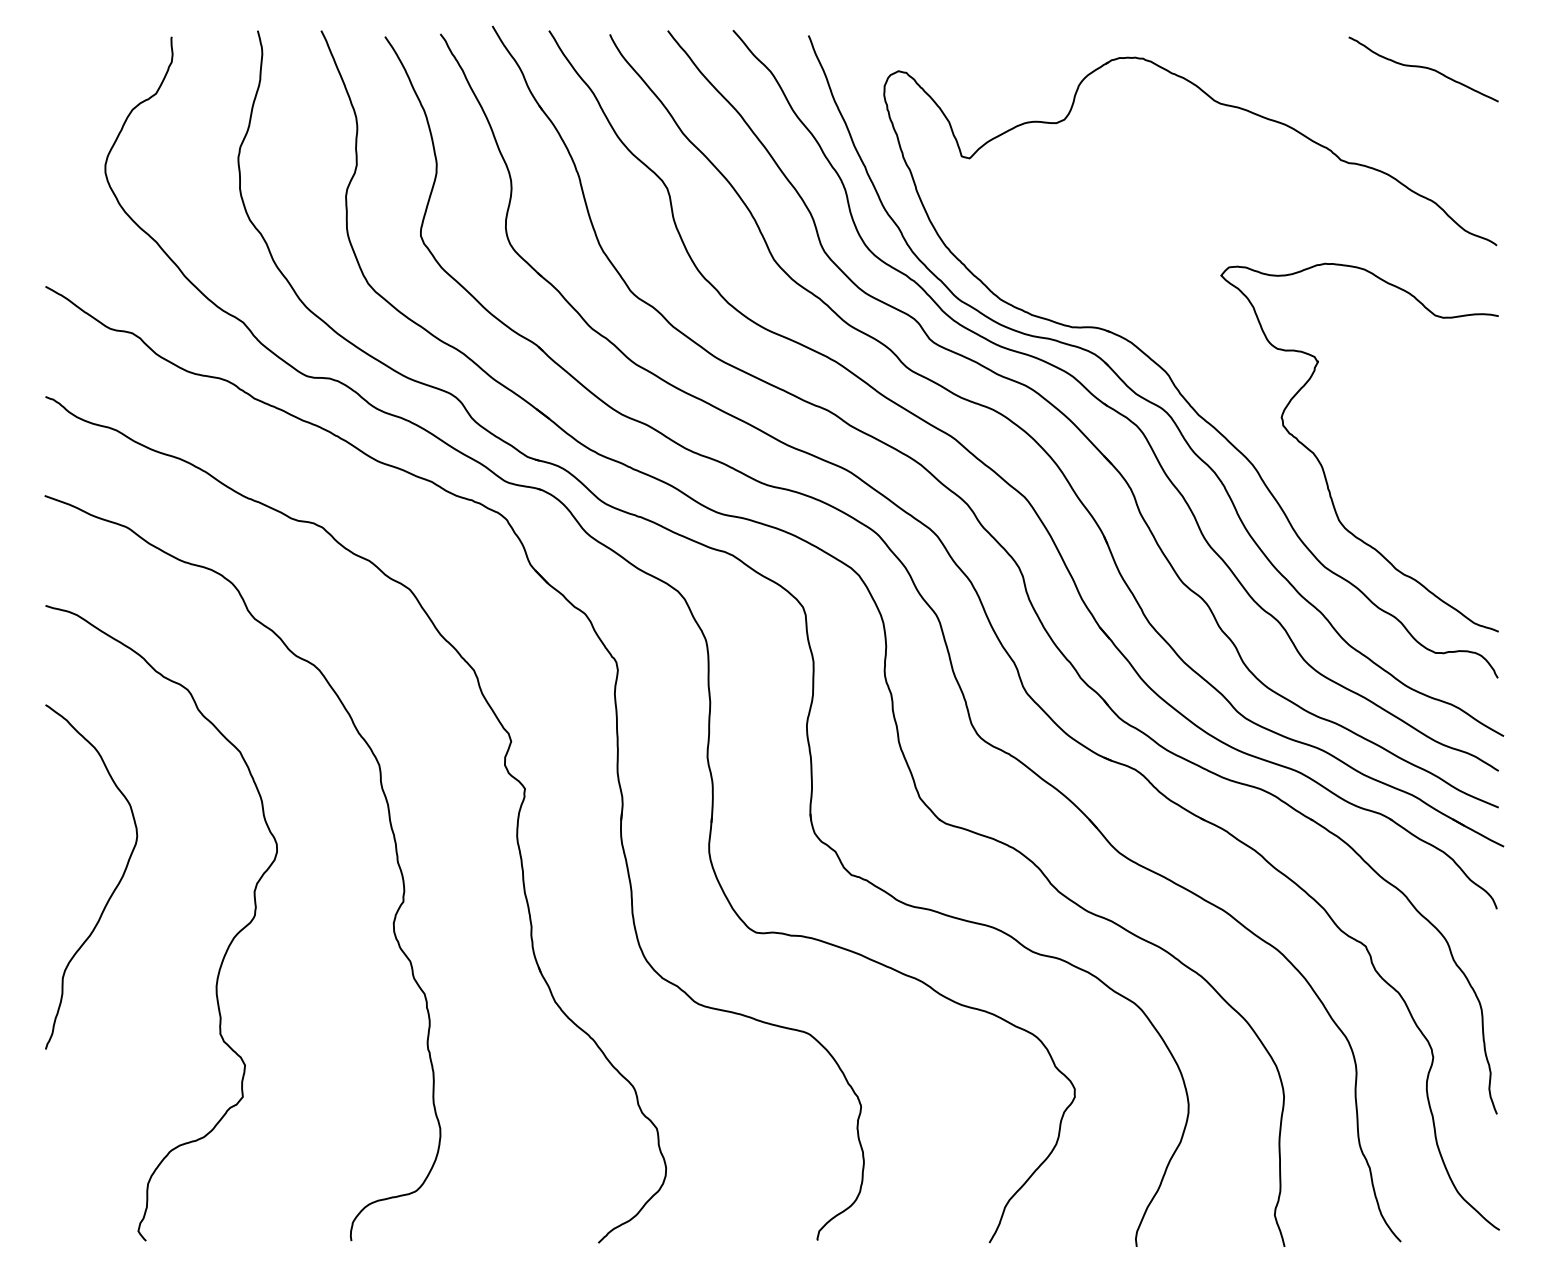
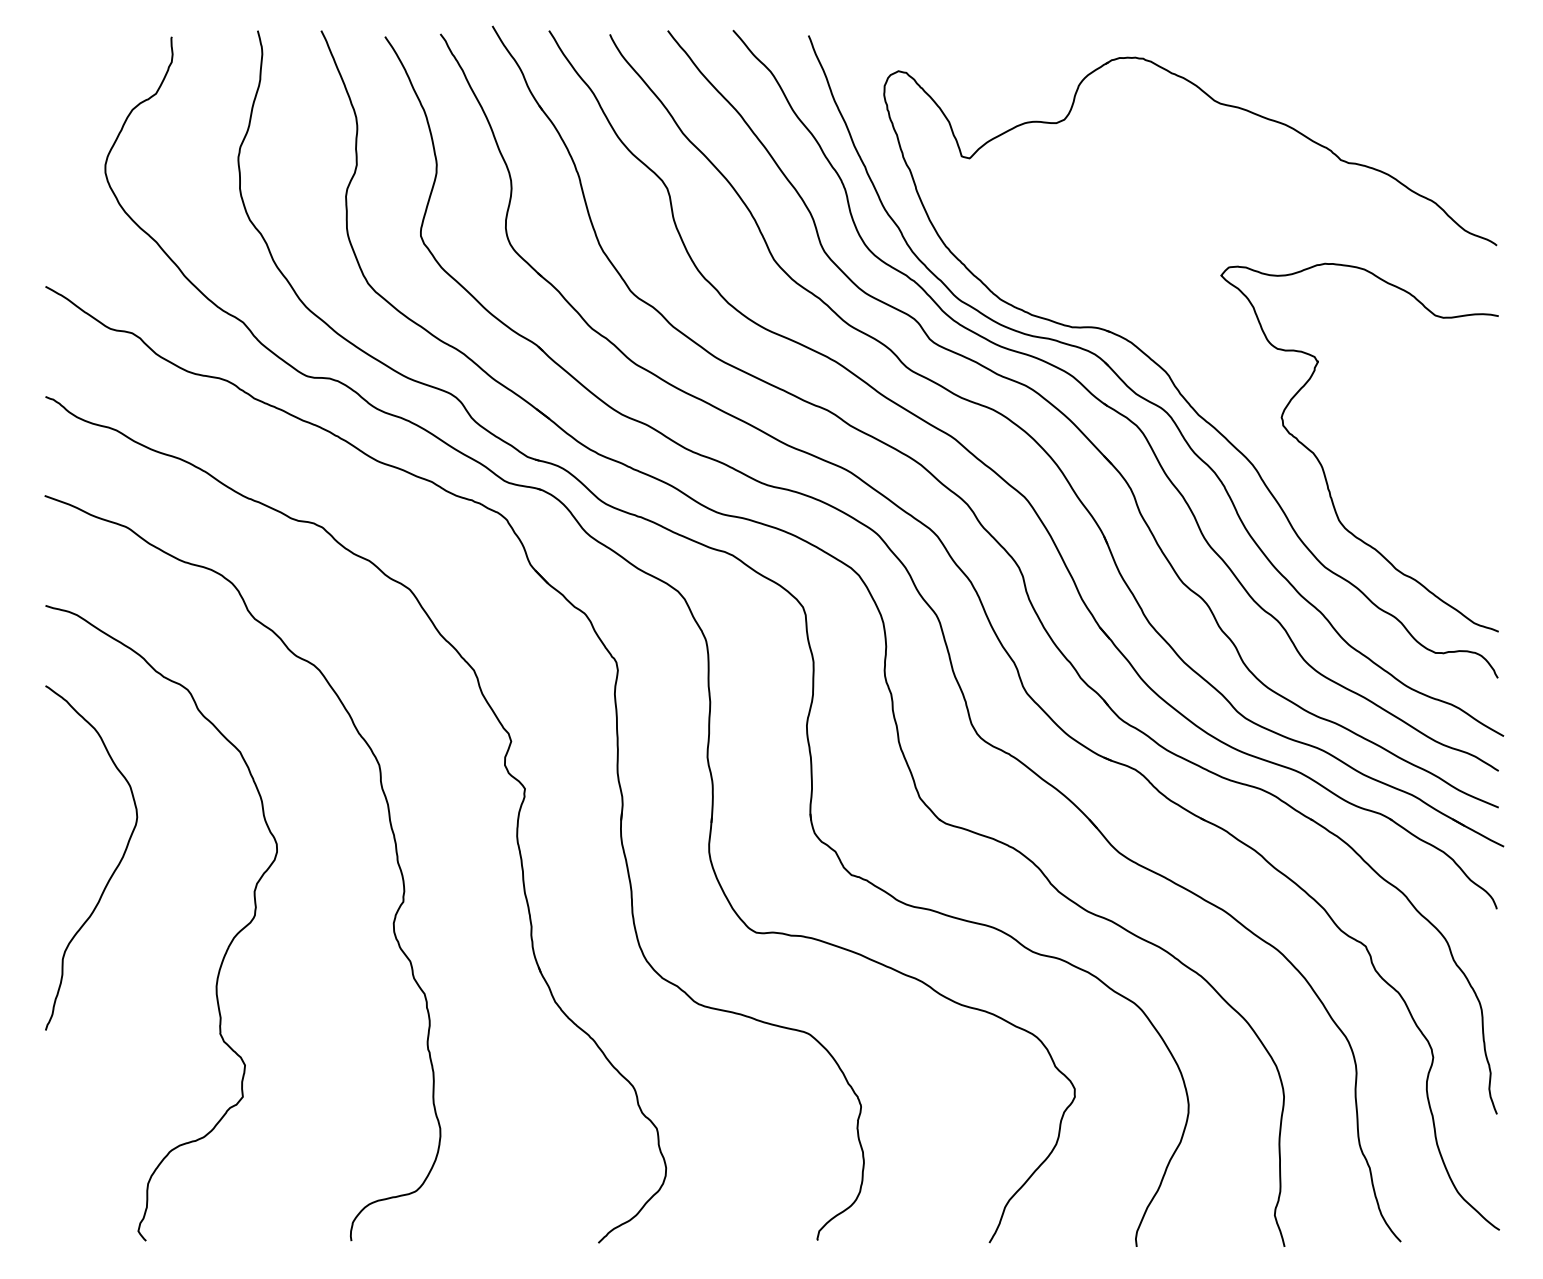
curve at (1423, 68): present -> none
curve at (112, 891) position: (112, 891) -> (112, 872)
